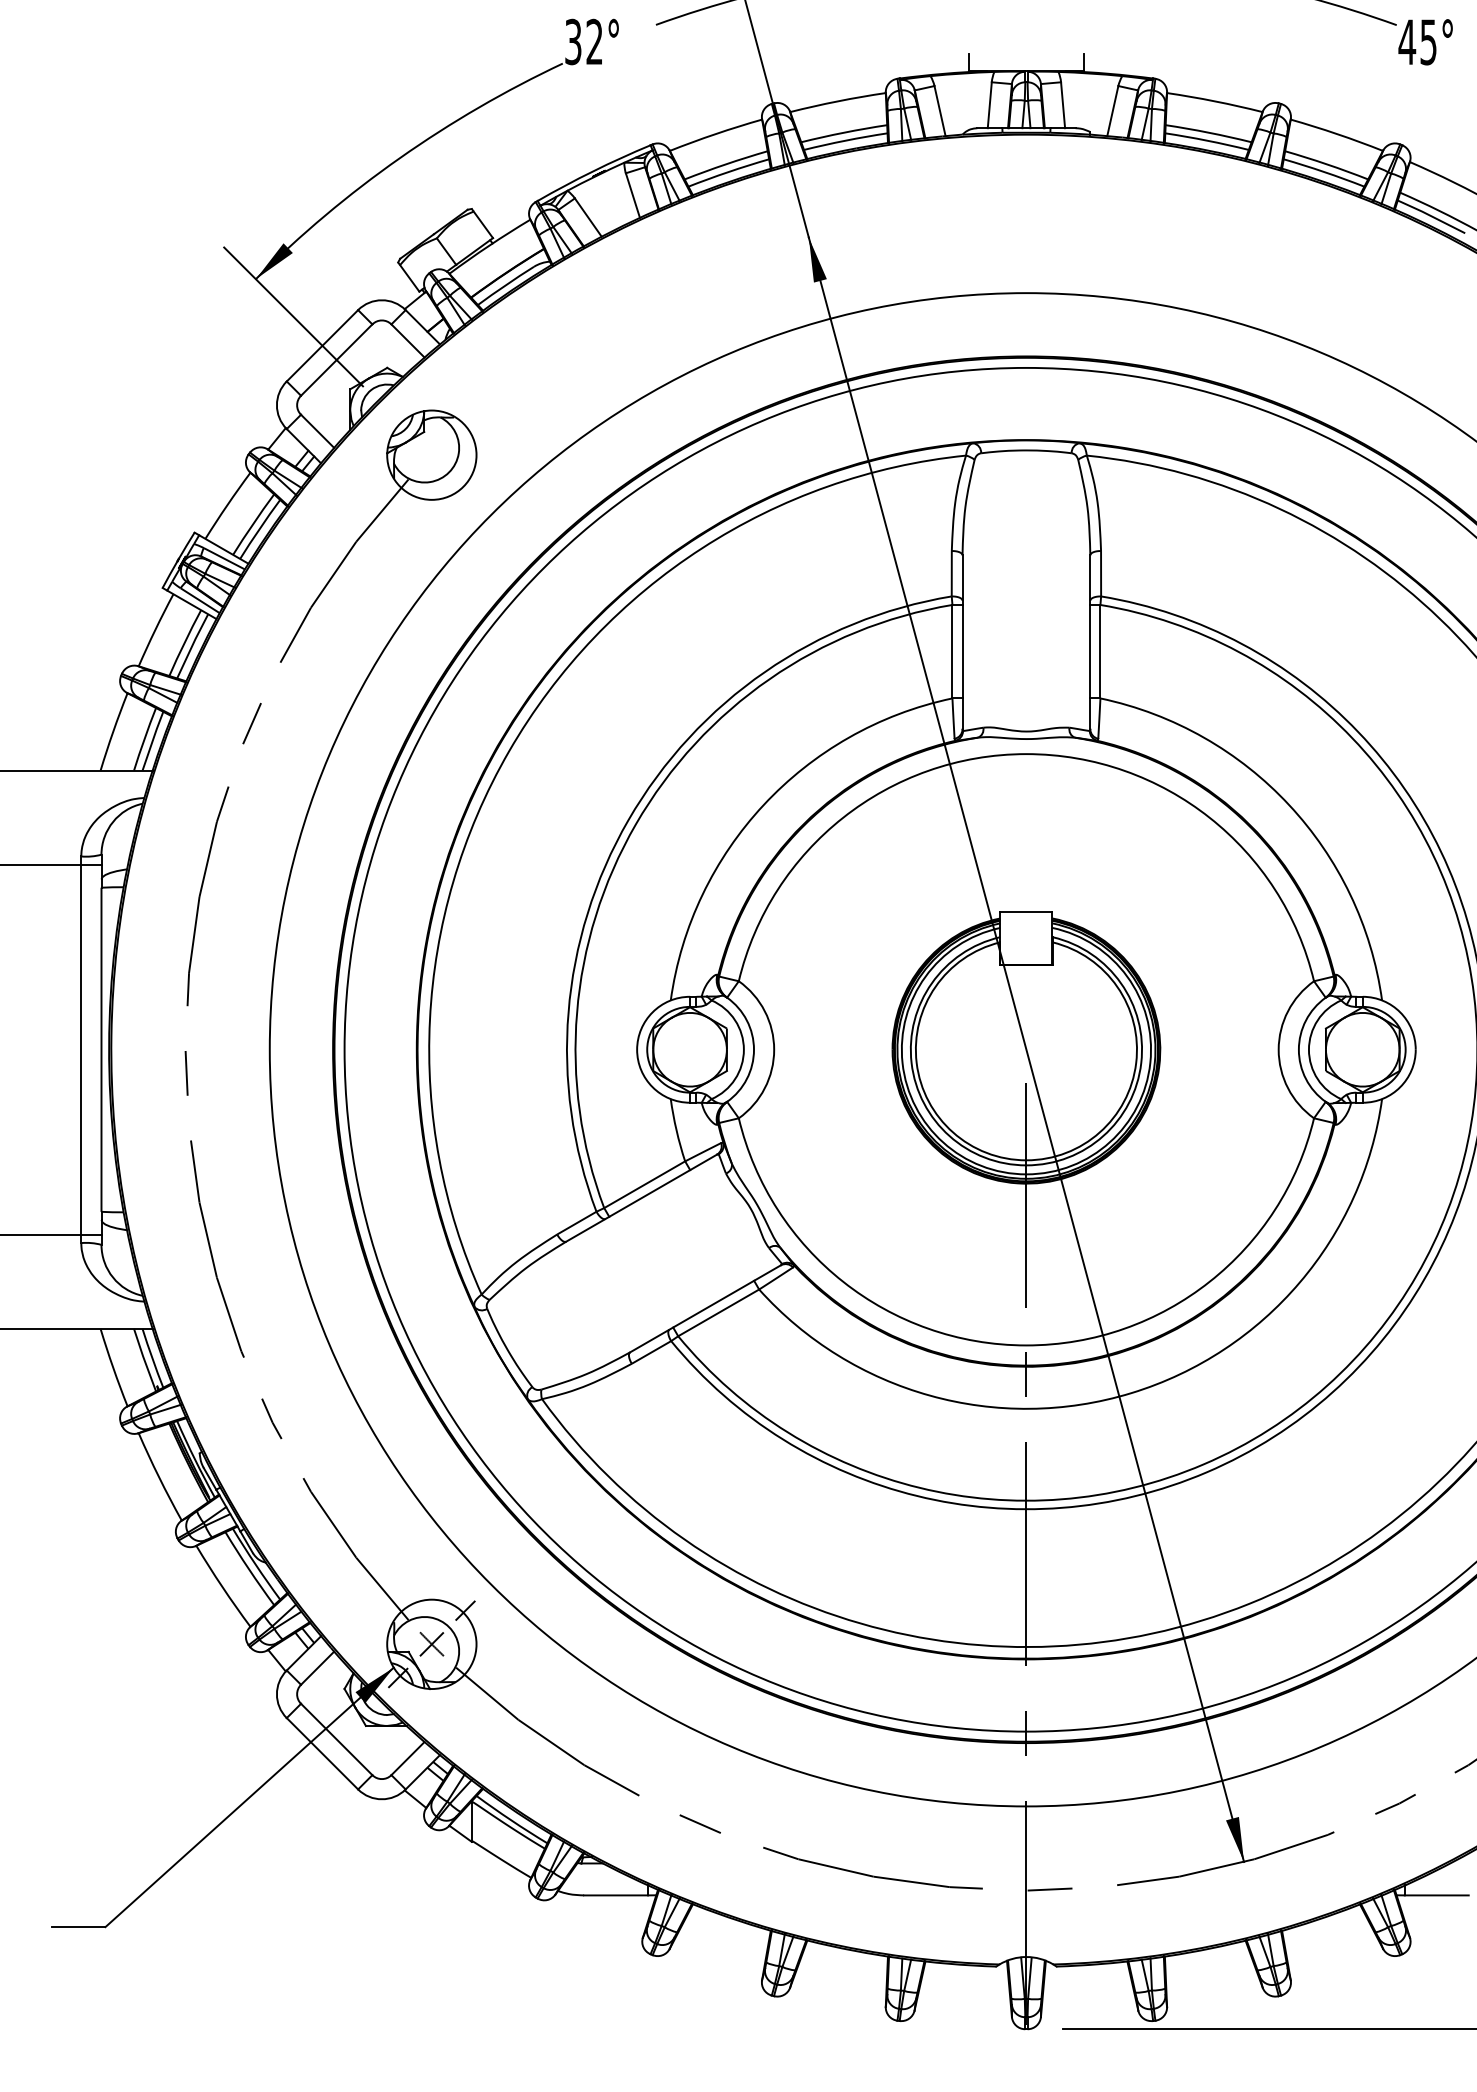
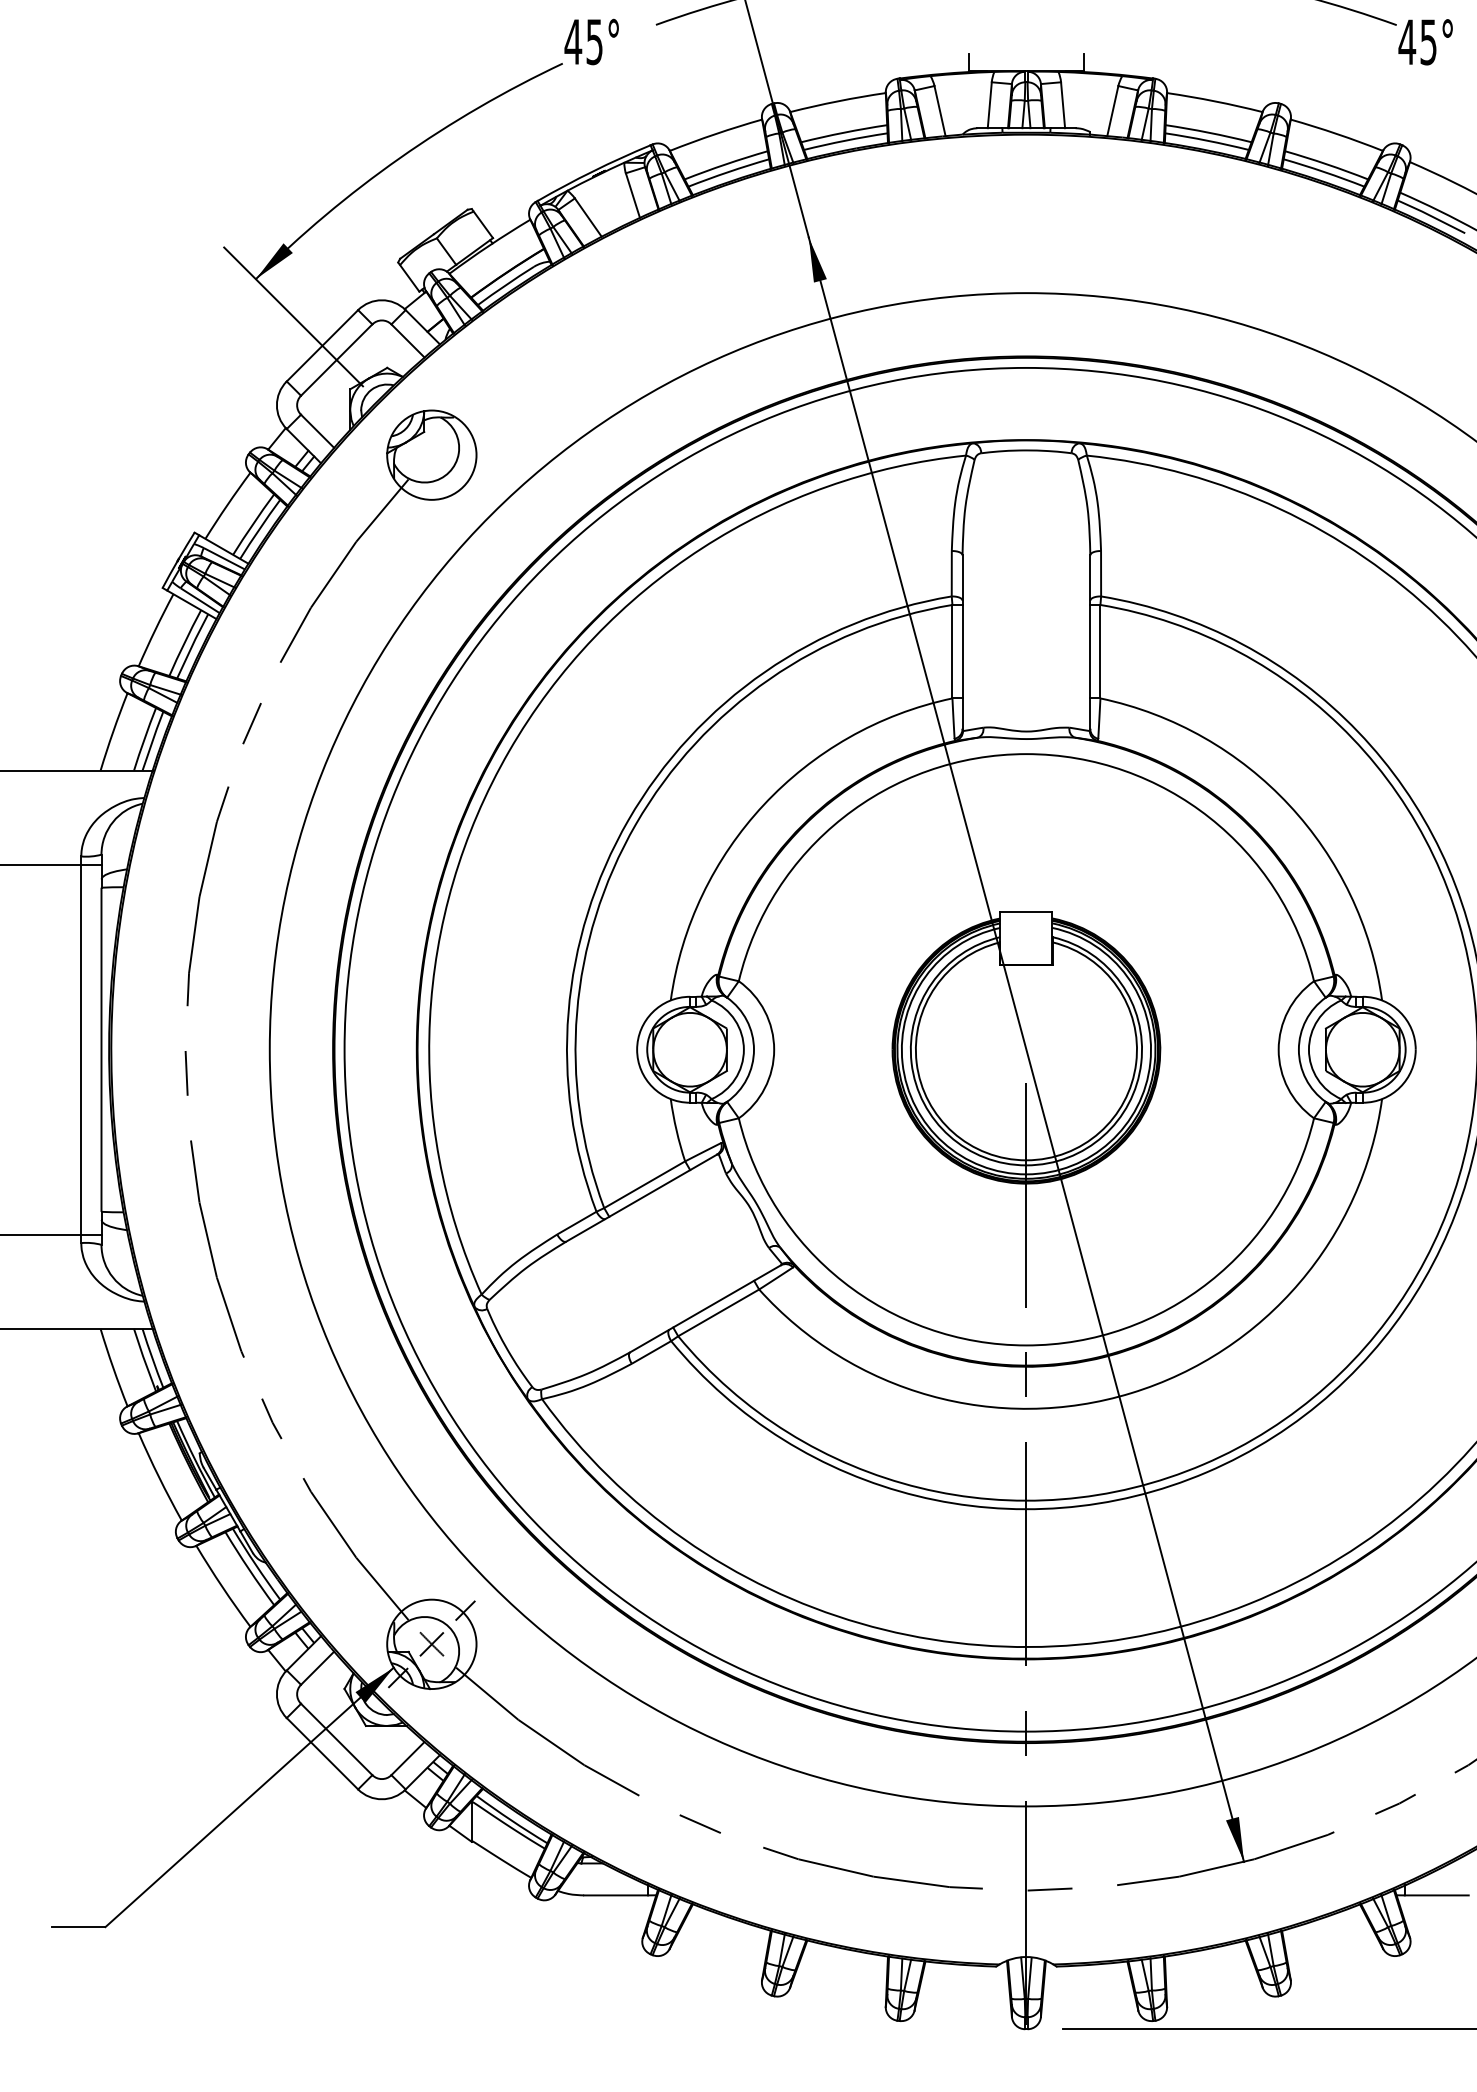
text at (583, 41): 32° -> 45°
